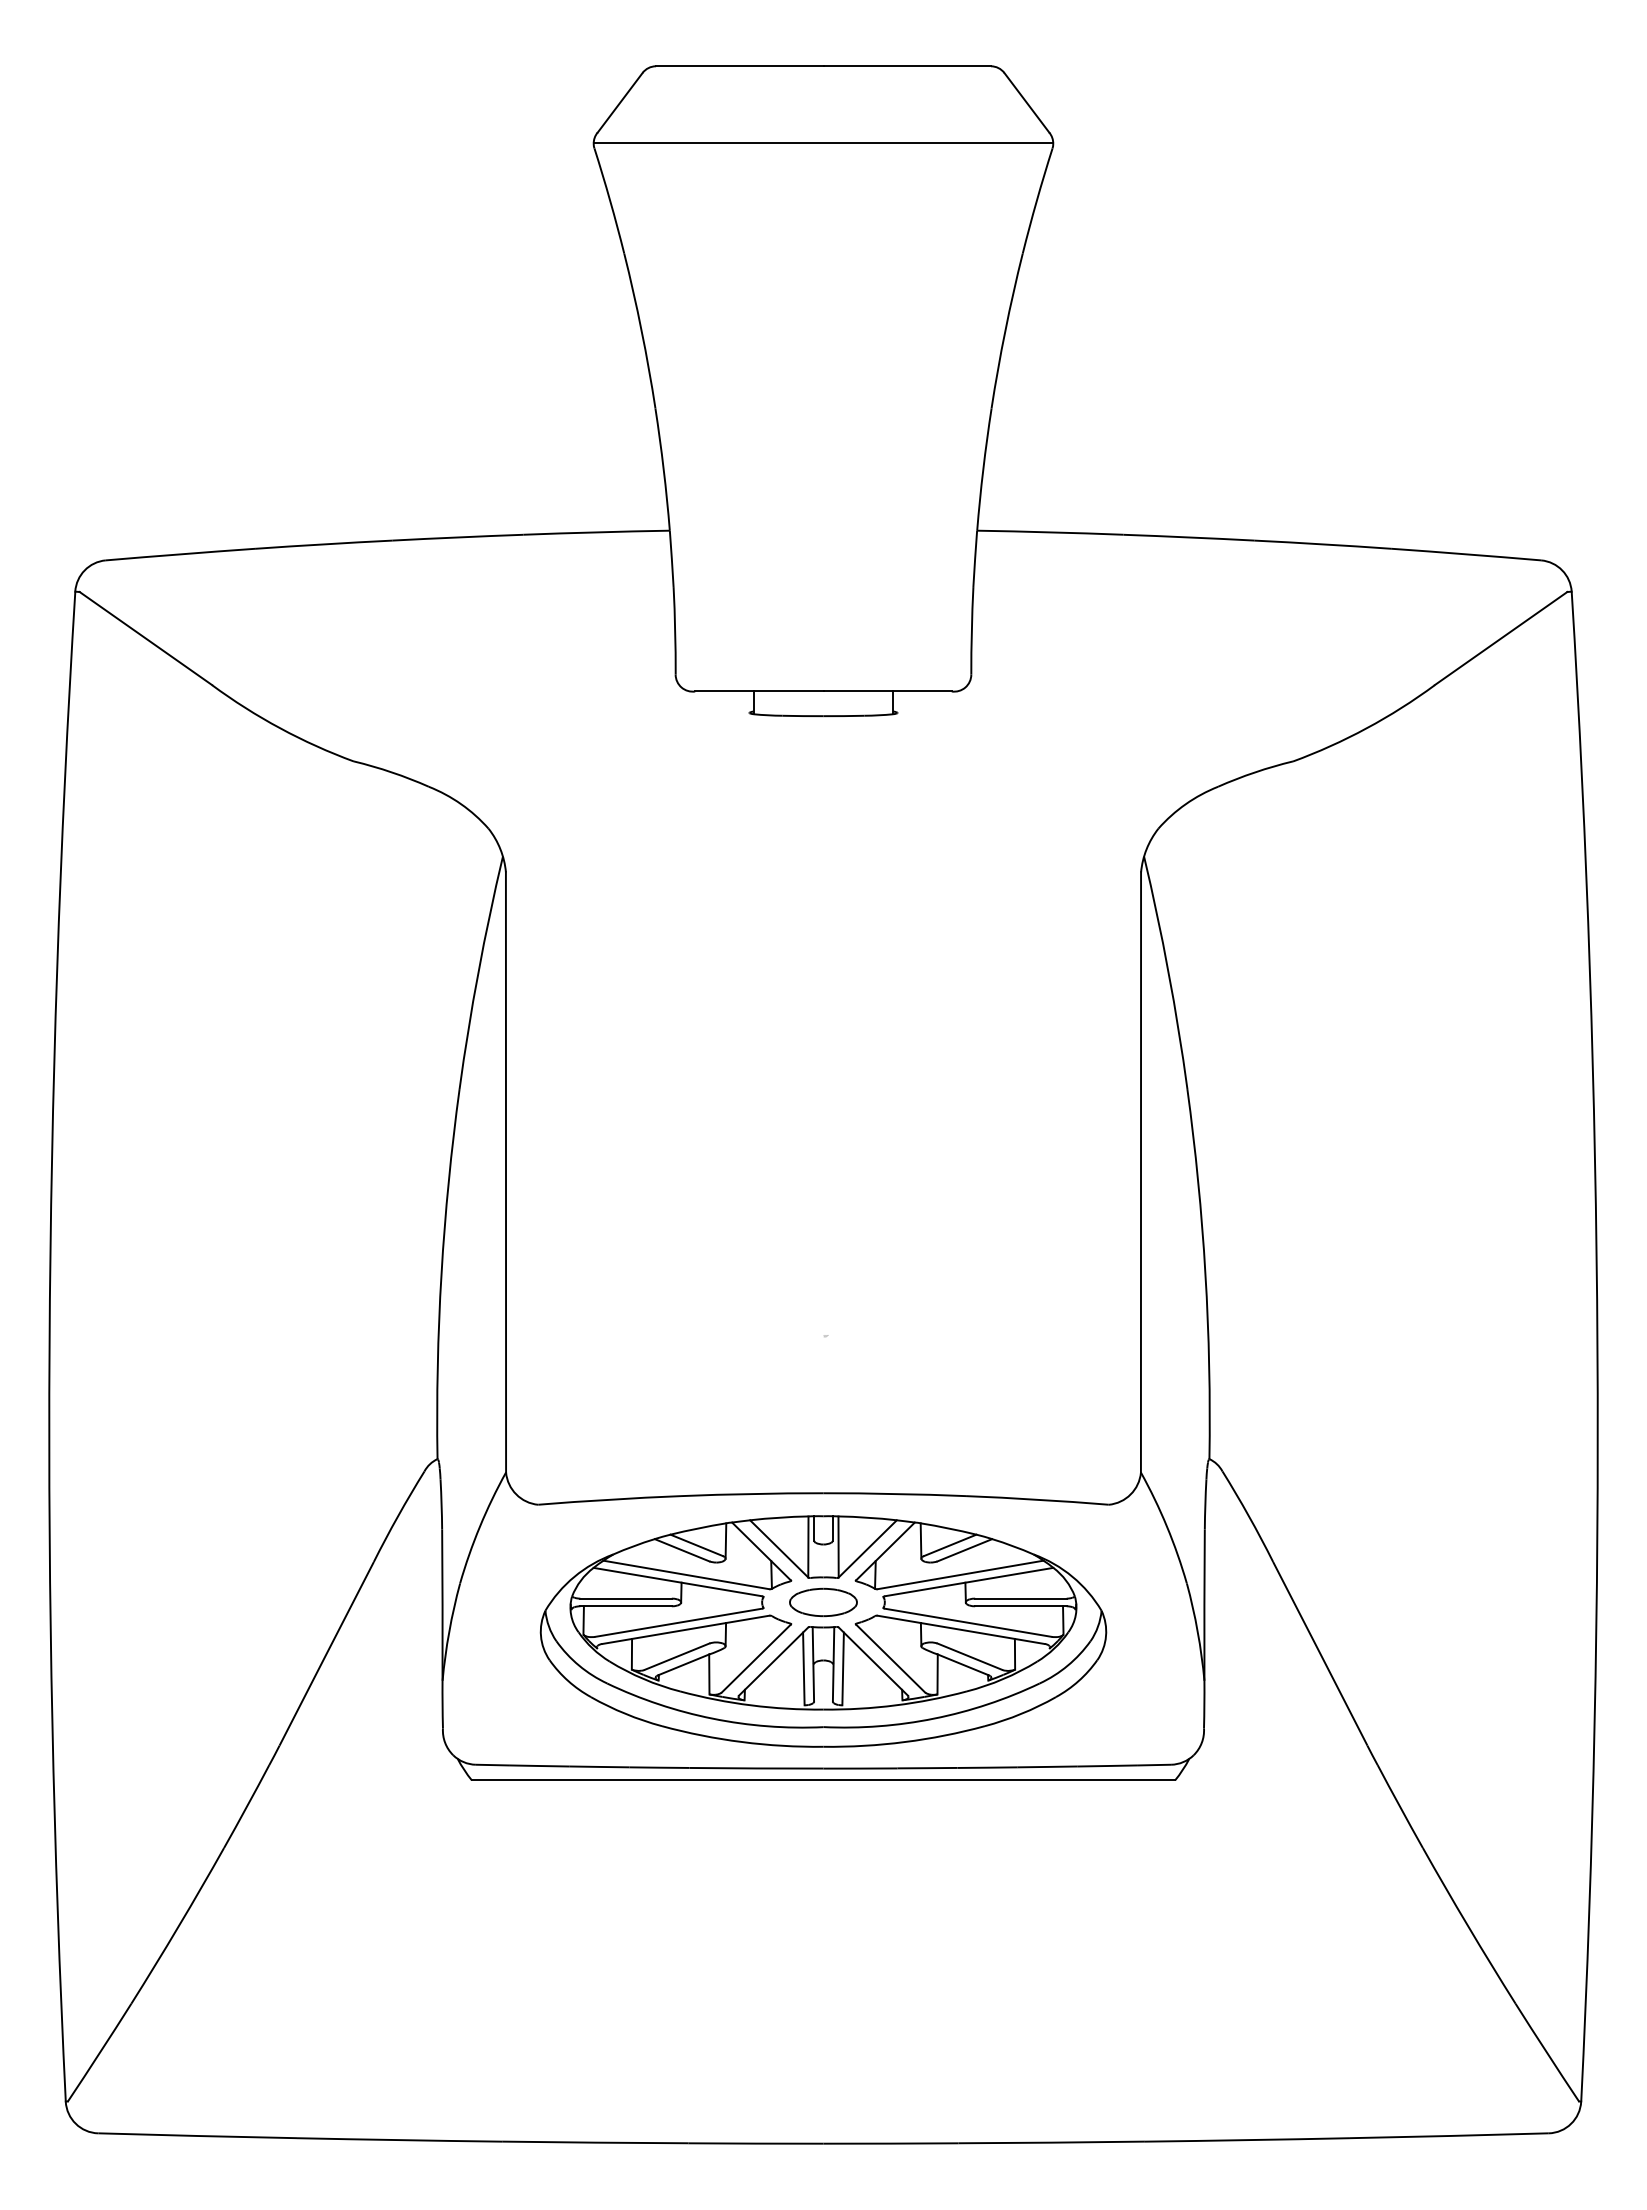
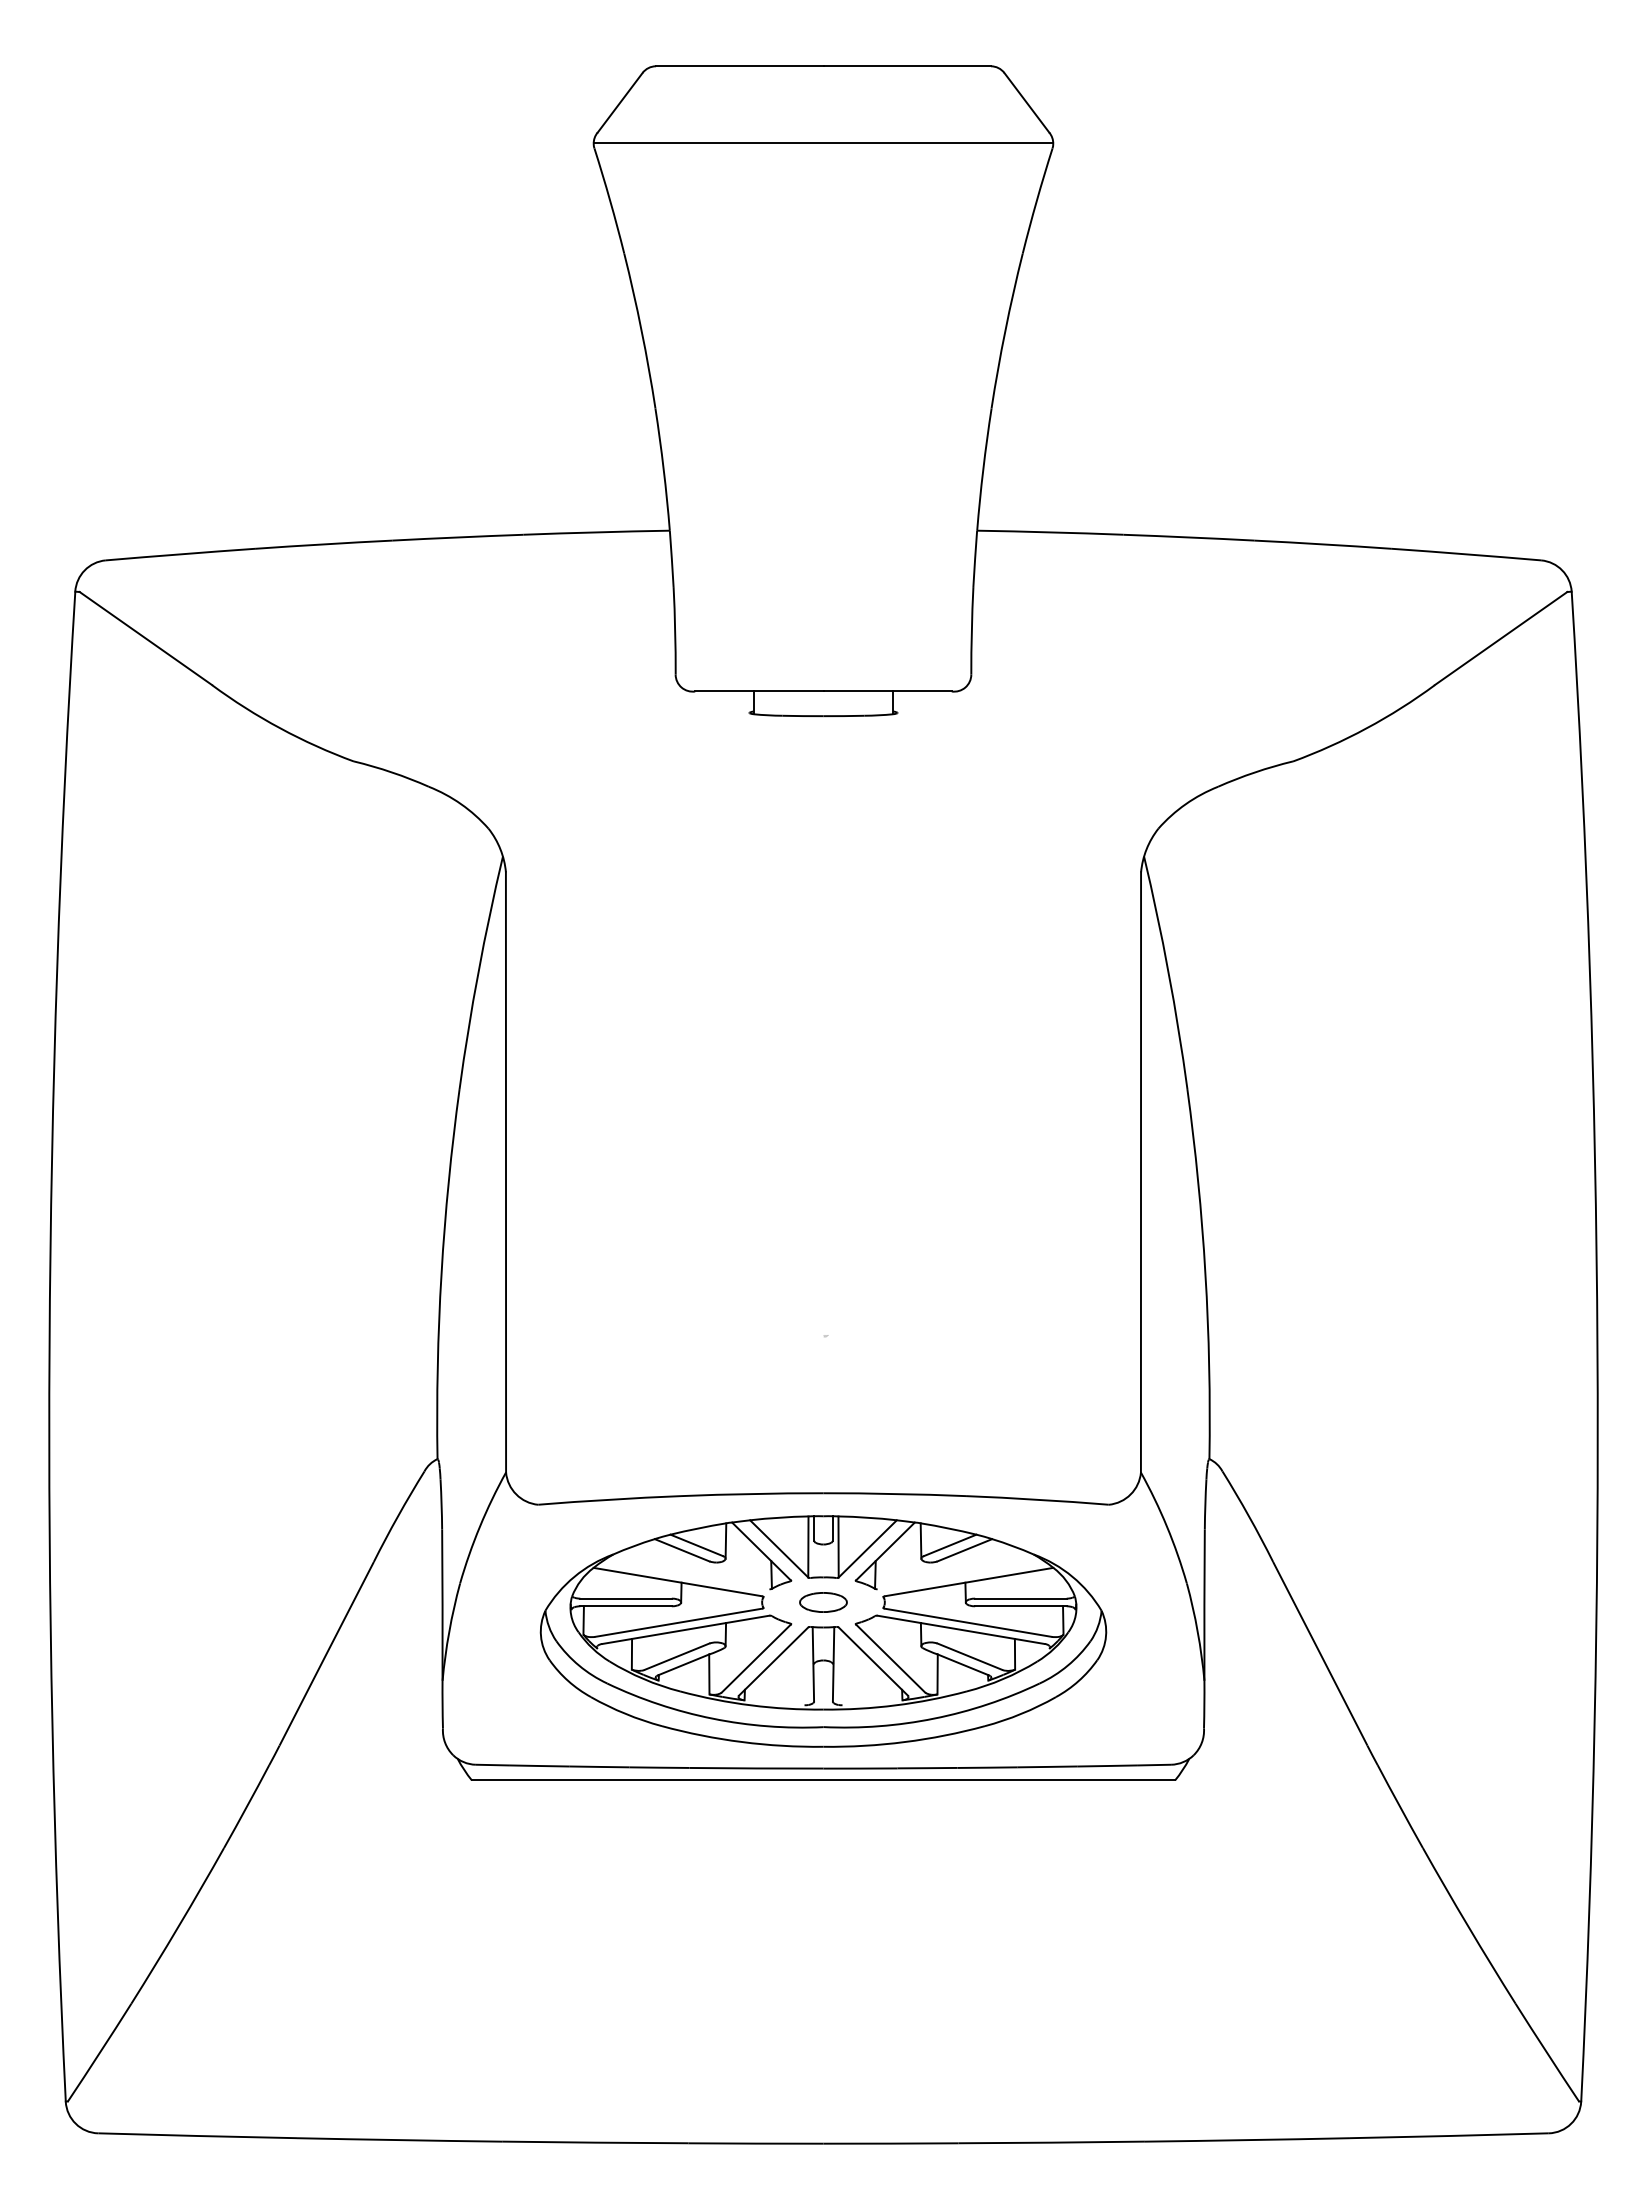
line at (686, 1574): present -> none
line at (960, 1574): present -> none
part at (823, 1602) size: 69x31 px -> 49x21 px
line at (803, 1668): present -> none
line at (842, 1668): present -> none
